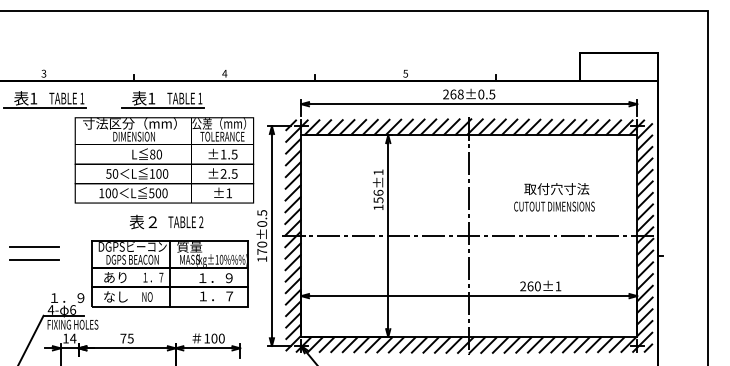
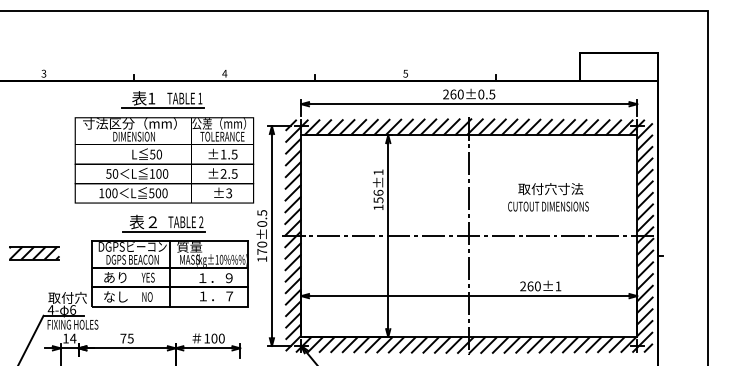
text at (460, 94): 268±0.5 -> 260±0.5
part at (51, 99): present -> none
text at (152, 154): 80 -> 50
text at (229, 193): ±1 -> ±3
text at (554, 197) position: (554, 197) -> (548, 197)
line at (164, 231): none -> present
hatch at (34, 252): none -> present
text at (152, 277): １．７ -> YES
text at (67, 297): １．９ -> 取付穴
